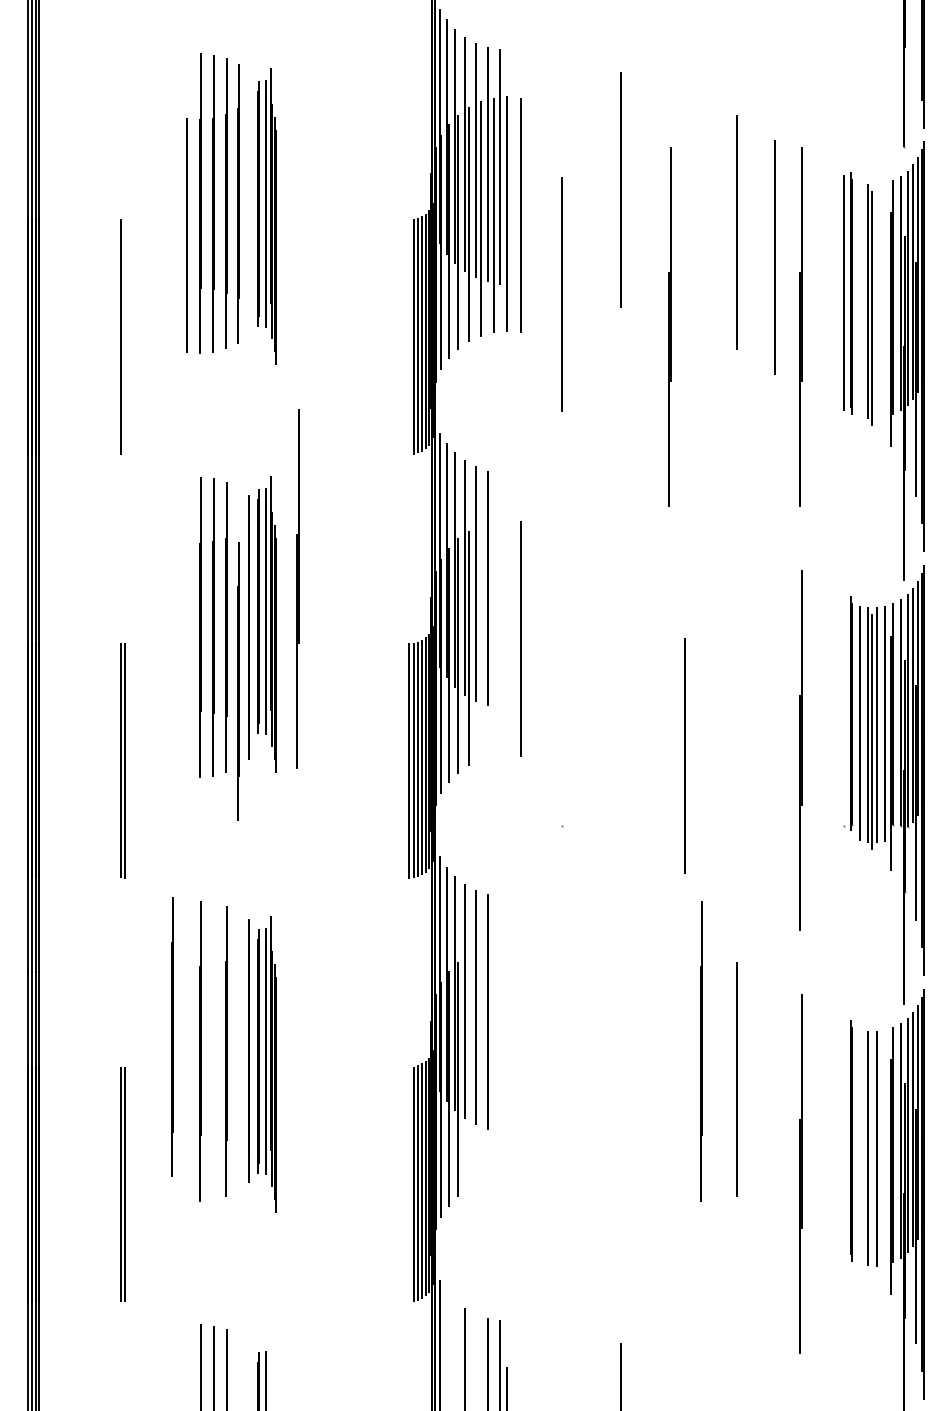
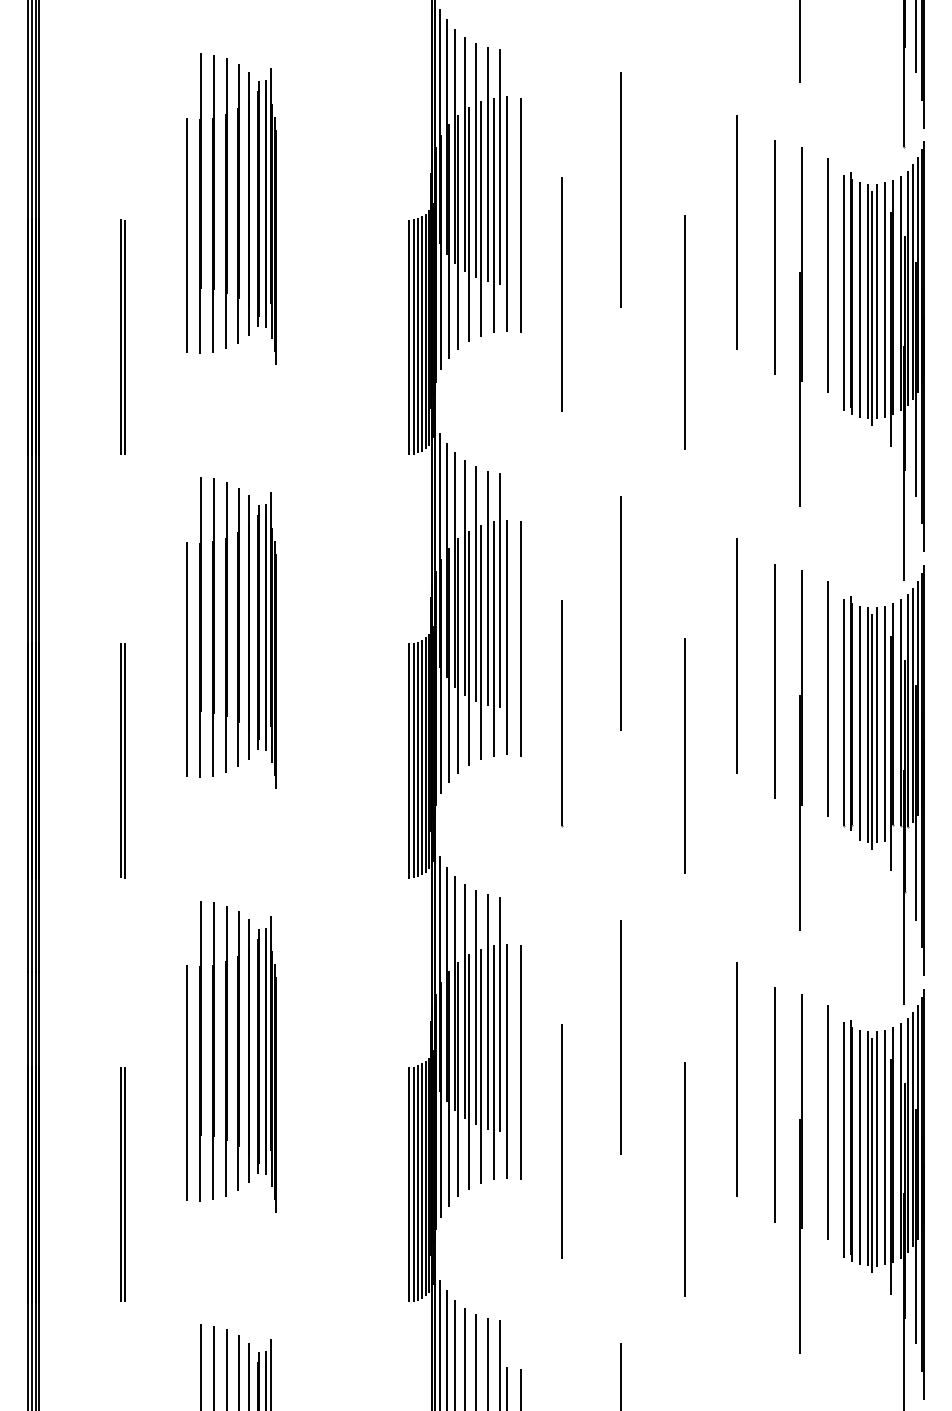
line at (915, 37): none -> present
line at (799, 42): none -> present
line at (248, 203): none -> present
line at (827, 275): none -> present
line at (859, 299): none -> present
line at (885, 299): none -> present
line at (876, 301): none -> present
part at (669, 326): present -> none
line at (684, 331): none -> present
line at (125, 336): none -> present
line at (409, 336): none -> present
part at (297, 588): present -> none
line at (499, 590): none -> present
line at (621, 613): none -> present
part at (266, 624) position: (266, 624) -> (266, 640)
line at (507, 637): none -> present
line at (494, 638): none -> present
line at (481, 642): none -> present
line at (736, 655): none -> present
line at (186, 659): none -> present
line at (238, 681) position: (238, 681) -> (238, 627)
line at (774, 681): none -> present
line at (827, 698): none -> present
line at (844, 711): none -> present
line at (562, 712): none -> present
line at (499, 1013): none -> present
line at (172, 1036) position: (172, 1036) -> (238, 1050)
line at (621, 1036): none -> present
line at (213, 1050): none -> present
line at (701, 1051): present -> none
line at (507, 1061): none -> present
line at (494, 1062): none -> present
line at (520, 1062): none -> present
line at (481, 1065): none -> present
line at (469, 1071): none -> present
line at (186, 1082): none -> present
line at (774, 1104): none -> present
line at (827, 1122): none -> present
line at (844, 1139): none -> present
line at (562, 1141): none -> present
line at (859, 1146): none -> present
line at (885, 1147): none -> present
line at (872, 1155): none -> present
line at (684, 1179): none -> present
line at (409, 1184): none -> present
line at (446, 1348): none -> present
line at (455, 1353): none -> present
line at (475, 1360): none -> present
line at (238, 1371): none -> present
line at (271, 1373): none -> present
line at (249, 1374): none -> present
line at (520, 1387): none -> present
